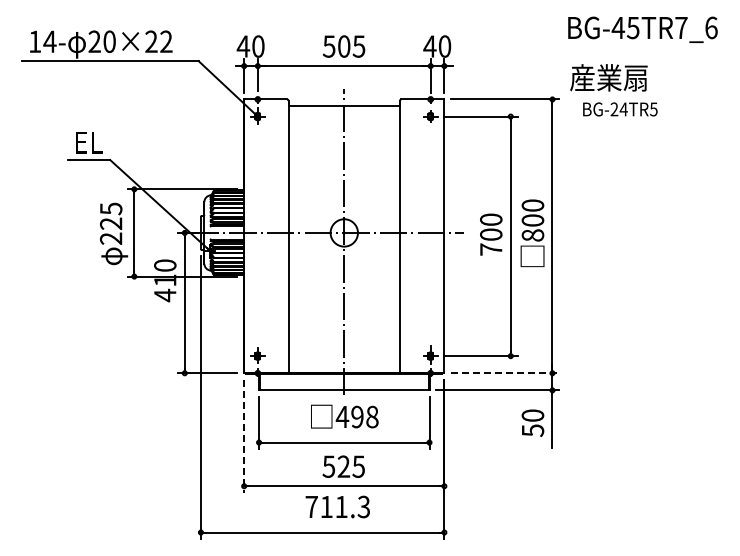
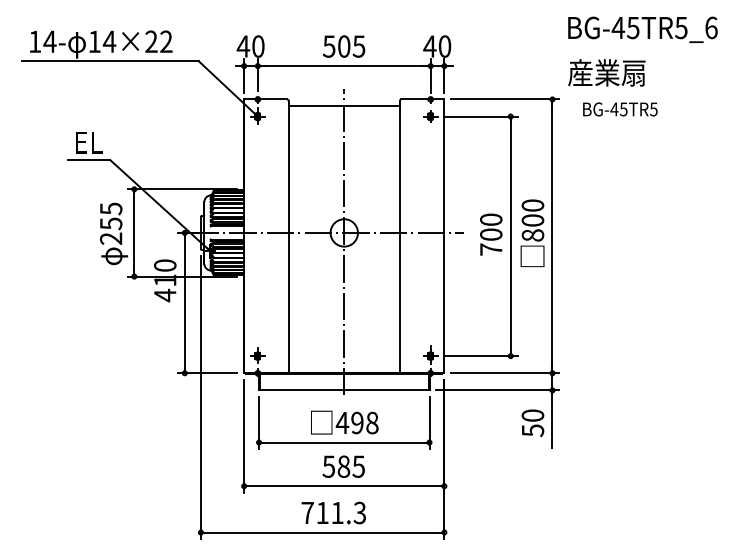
text at (681, 28): BG-45TR7_6 -> BG-45TR5_6
text at (102, 41): 20×22 -> 14×22
text at (608, 77) position: (608, 77) -> (606, 72)
text at (618, 109): BG-24TR5 -> BG-45TR5
text at (110, 223): 225 -> 255
line at (505, 373): dashed -> solid
text at (344, 416) position: (344, 416) -> (344, 422)
line at (244, 437): dashed -> solid
text at (343, 466): 525 -> 585
text at (337, 506) position: (337, 506) -> (333, 512)
